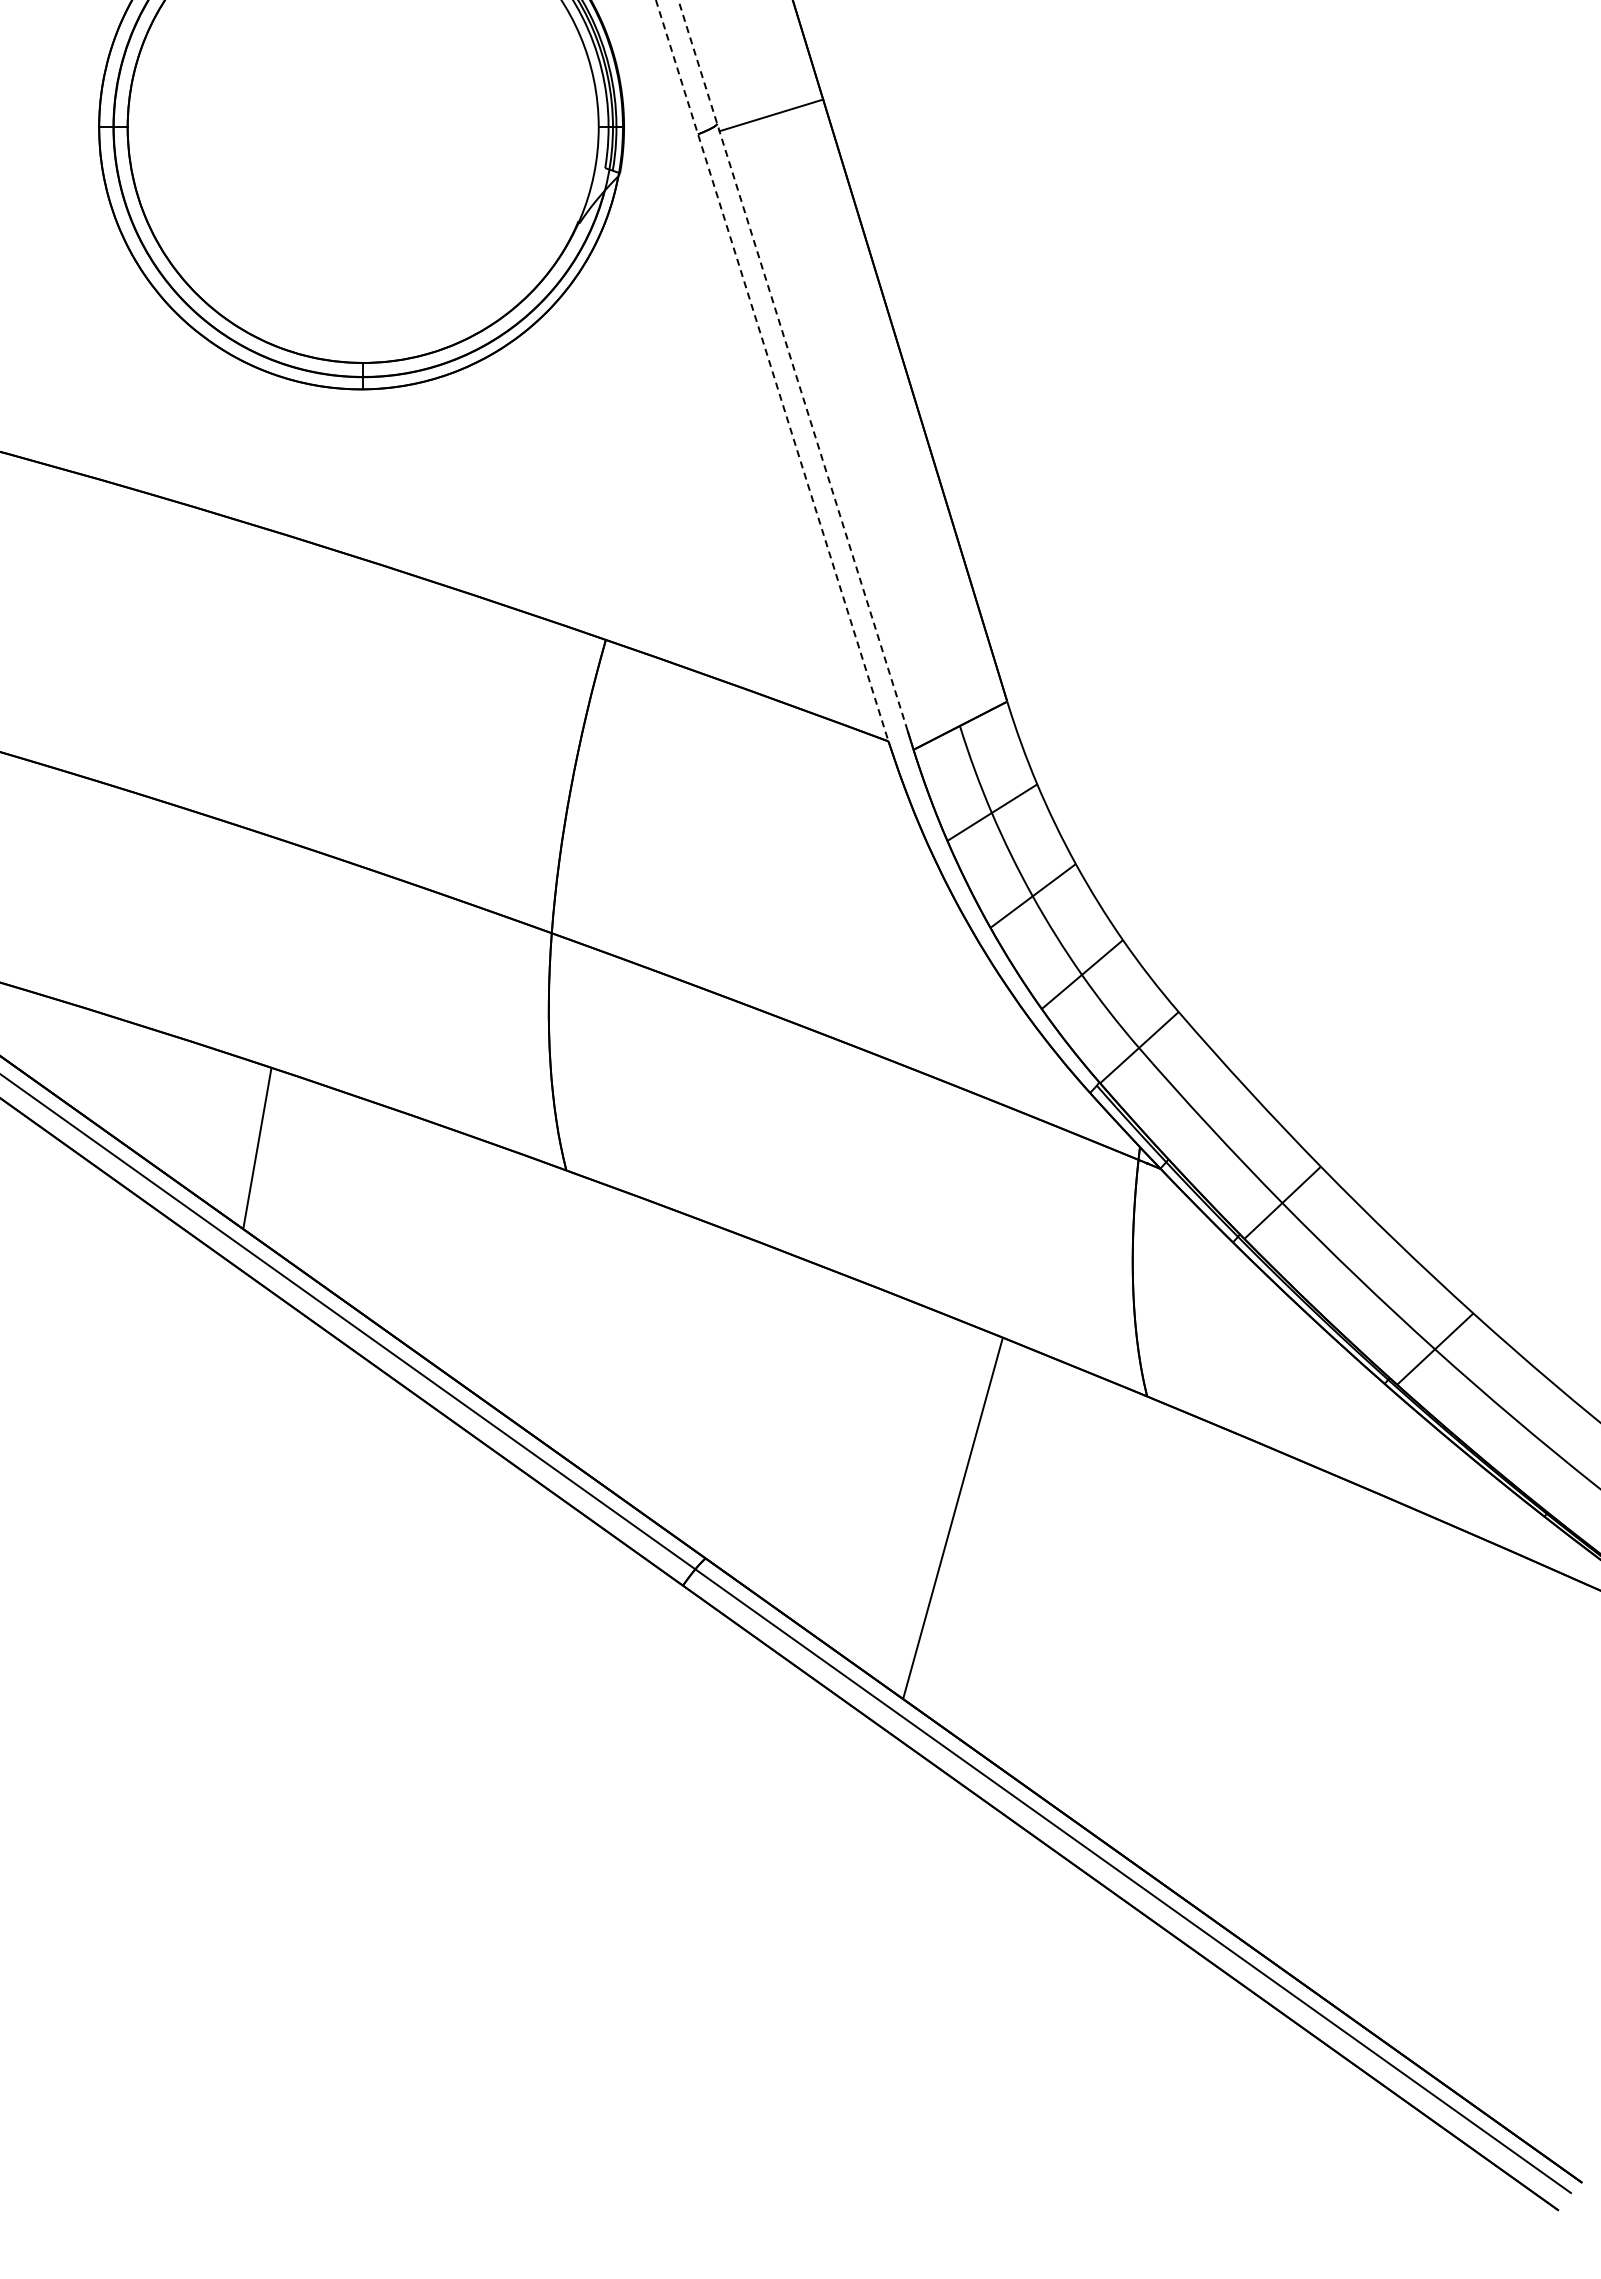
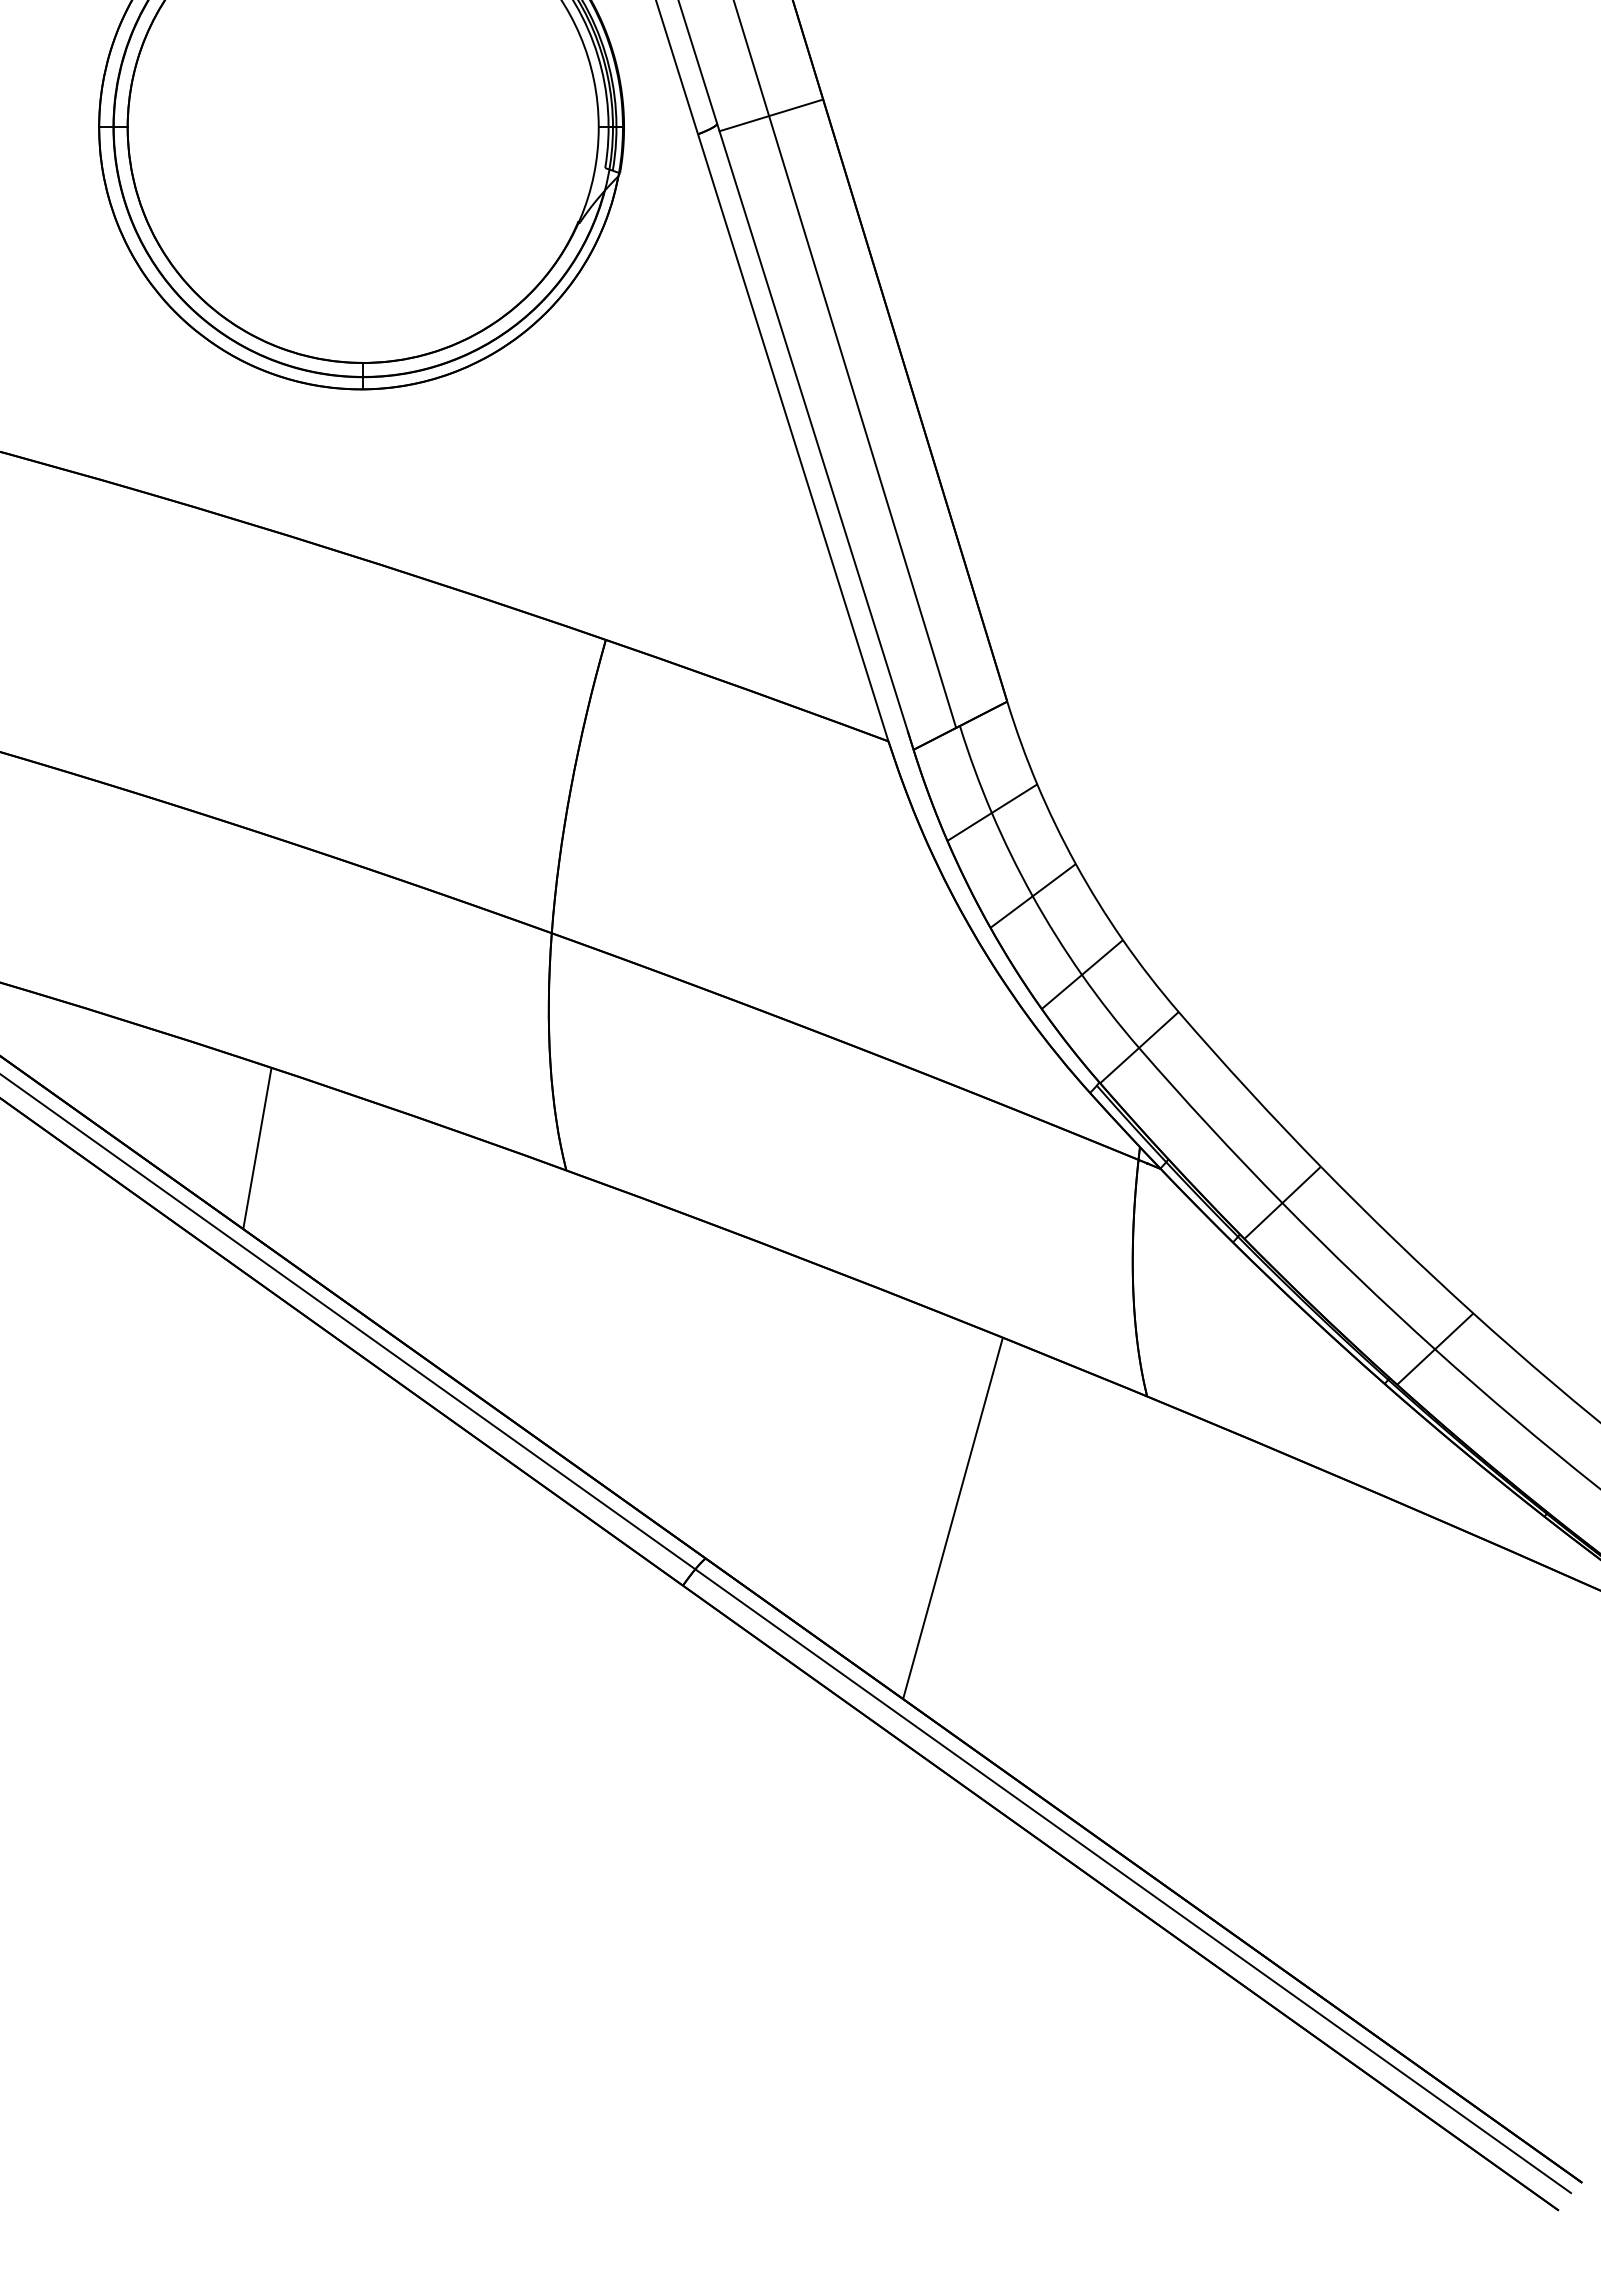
line at (845, 364): none -> present
line at (793, 365): dashed -> solid
line at (772, 371): dashed -> solid
